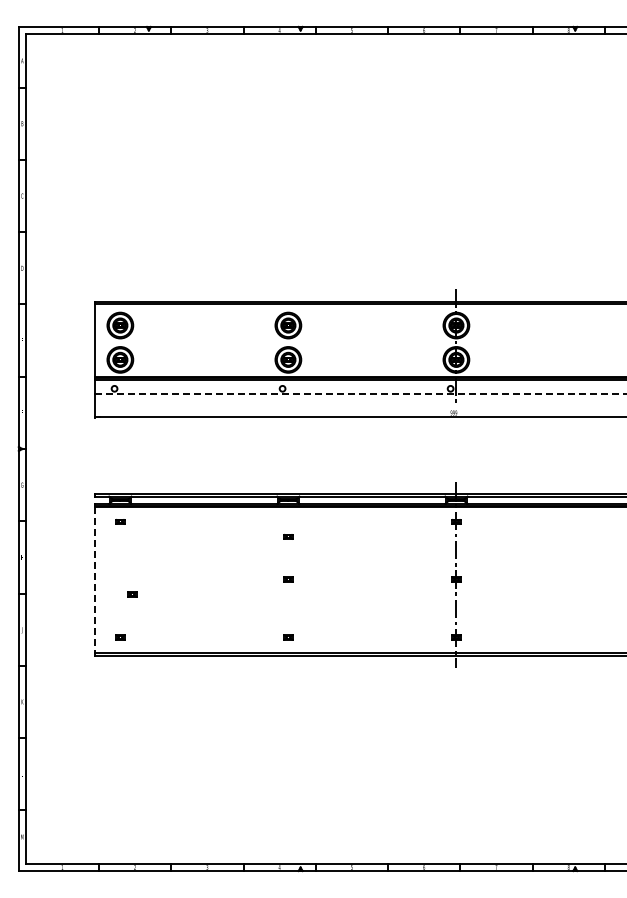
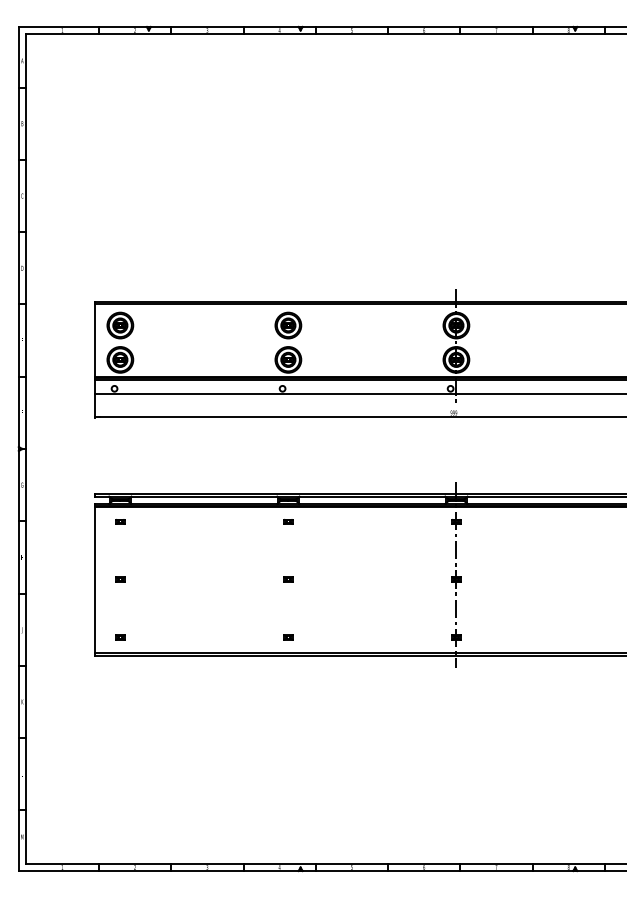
line at (360, 393): dashed -> solid
part at (288, 536) position: (288, 536) -> (288, 521)
line at (95, 580): dashed -> solid
part at (132, 594) position: (132, 594) -> (120, 579)
